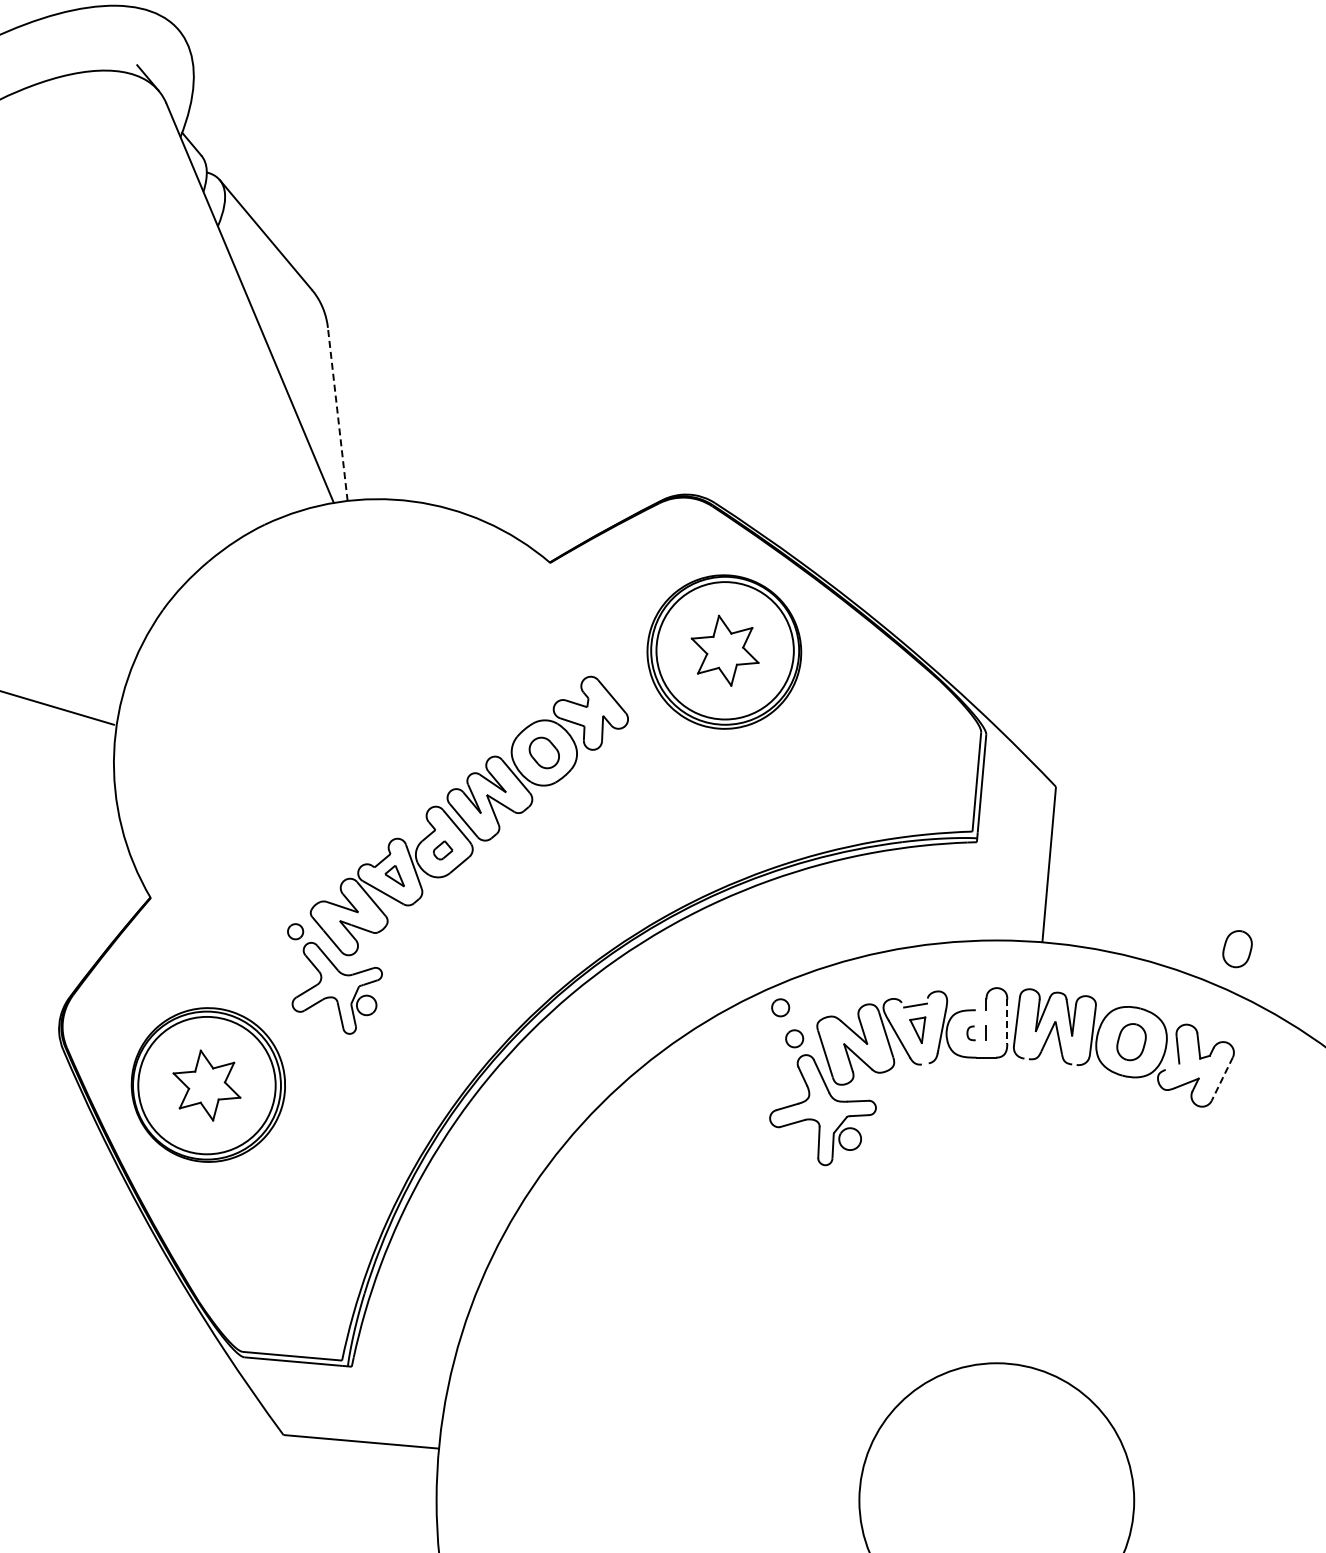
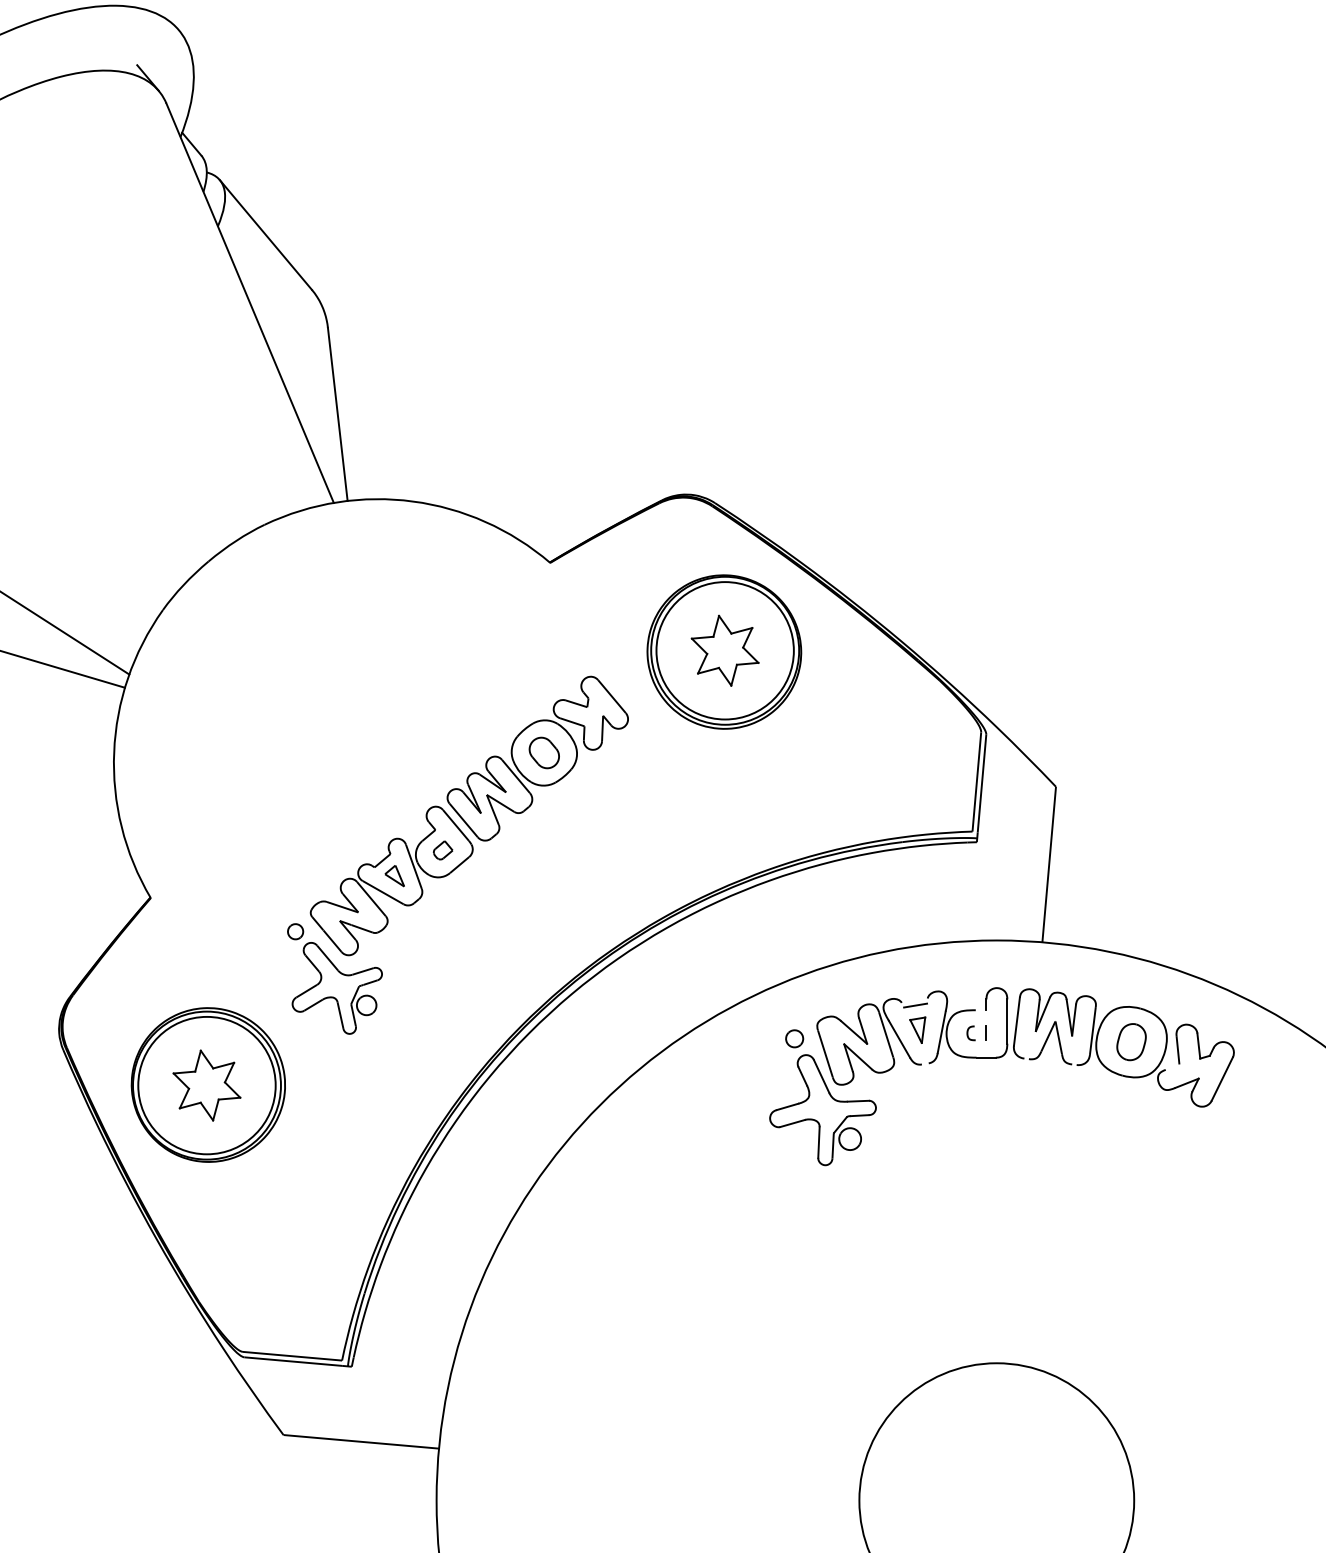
line at (337, 413): dashed -> solid
line at (65, 633): none -> present
line at (57, 707) position: (57, 707) -> (63, 669)
part at (1237, 949): present -> none
part at (780, 1007): present -> none
line at (1007, 1022): dashed -> solid
line at (1222, 1079): dashed -> solid
